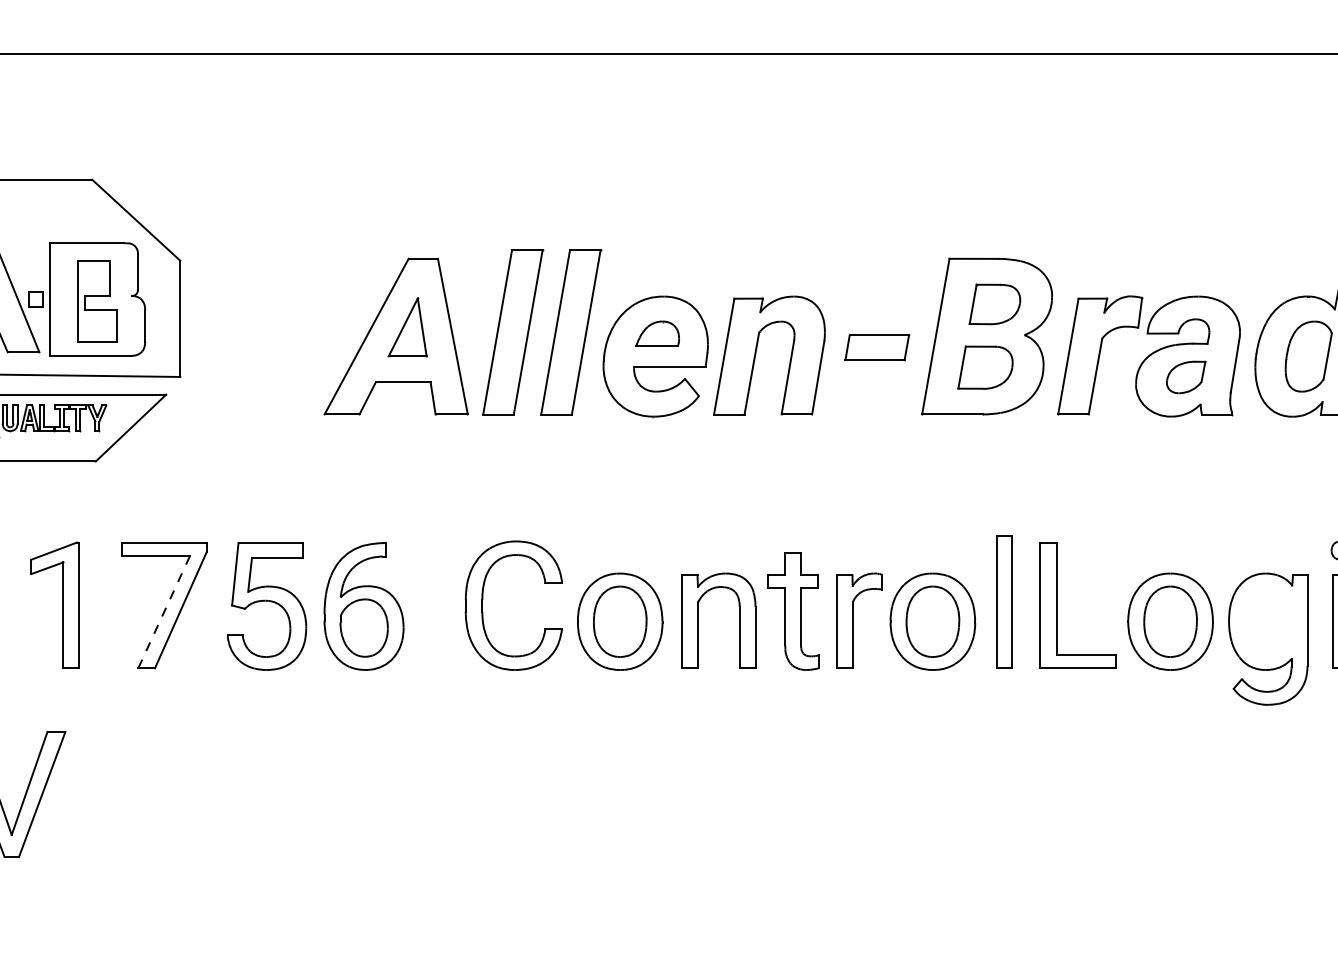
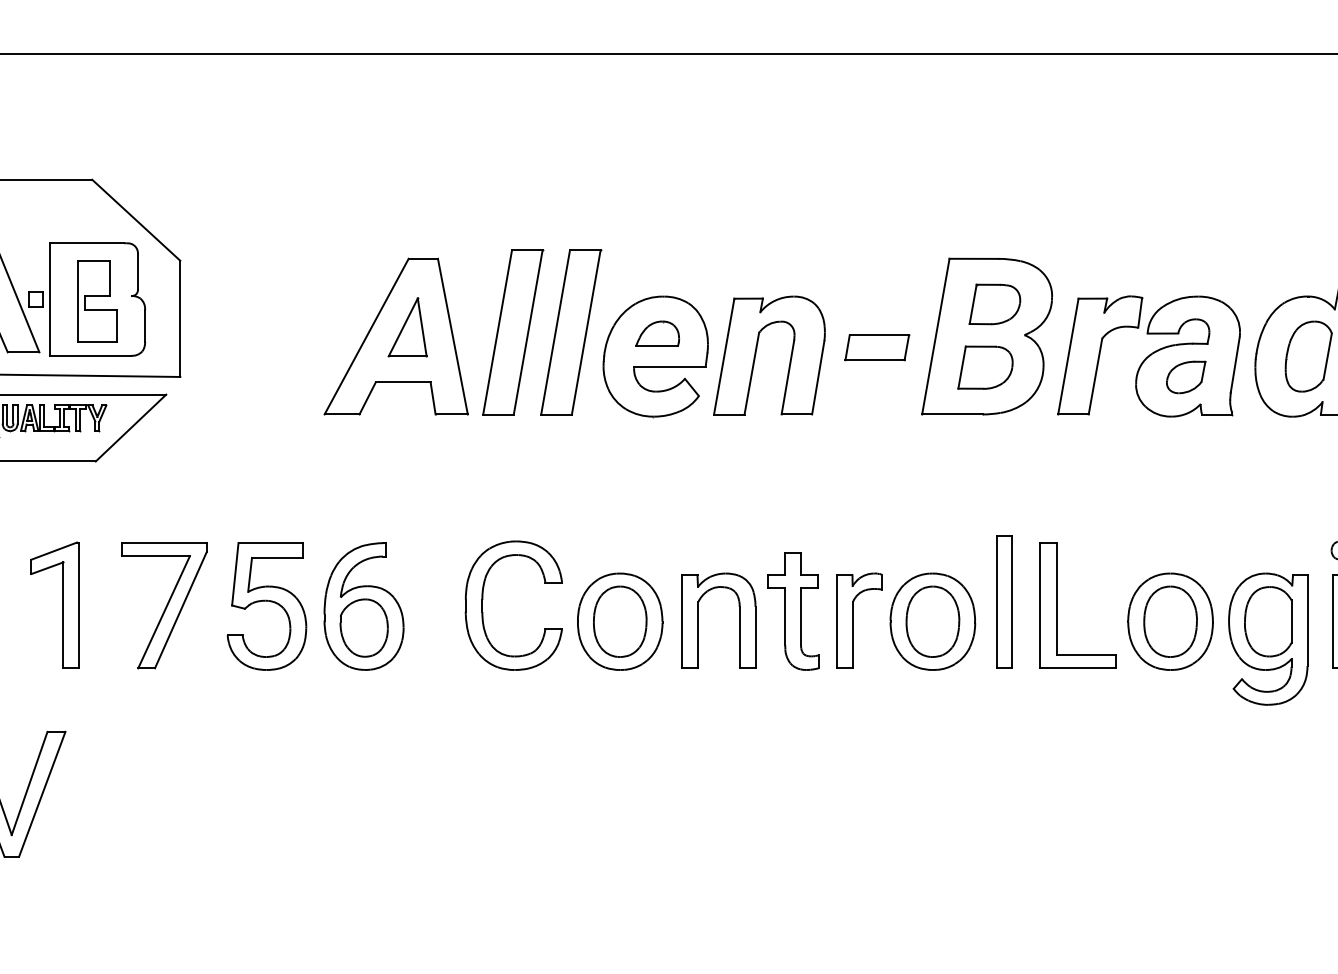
line at (164, 612): dashed -> solid
part at (1268, 621): none -> present
